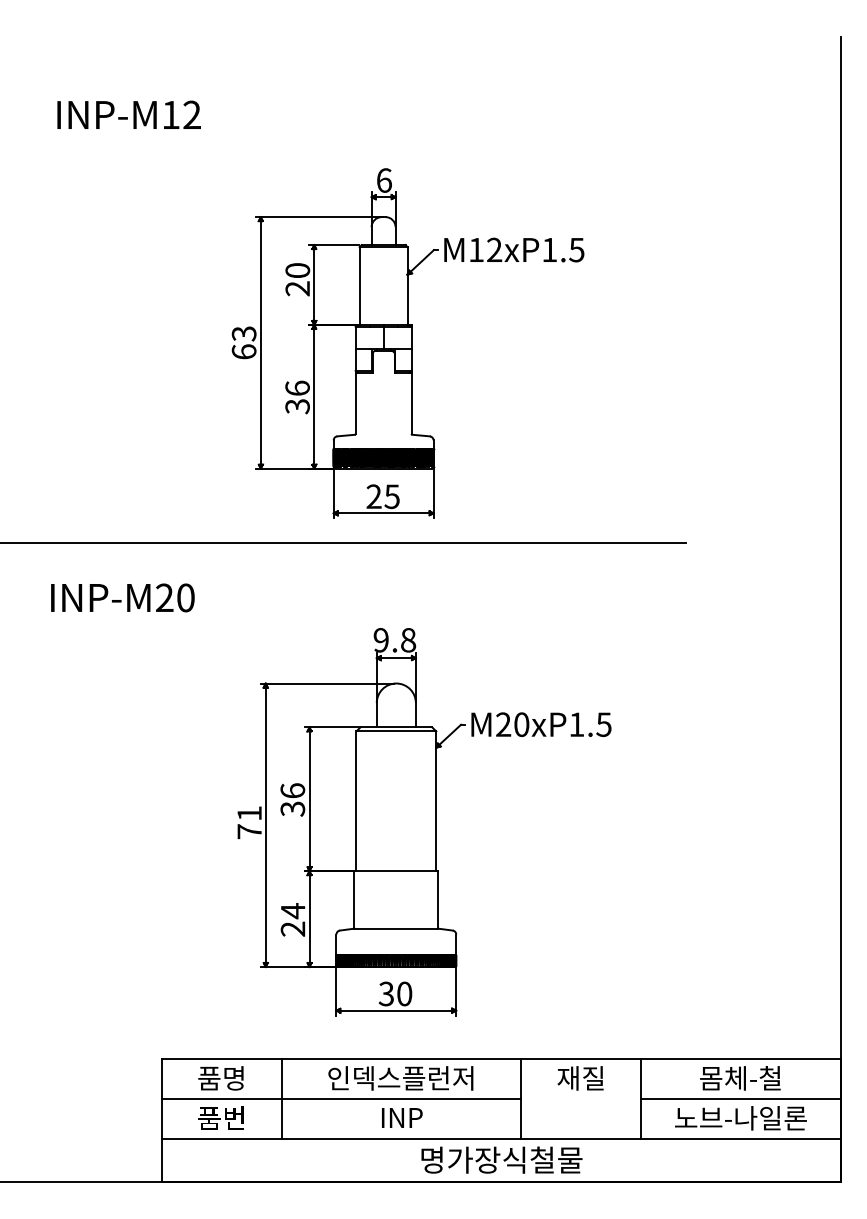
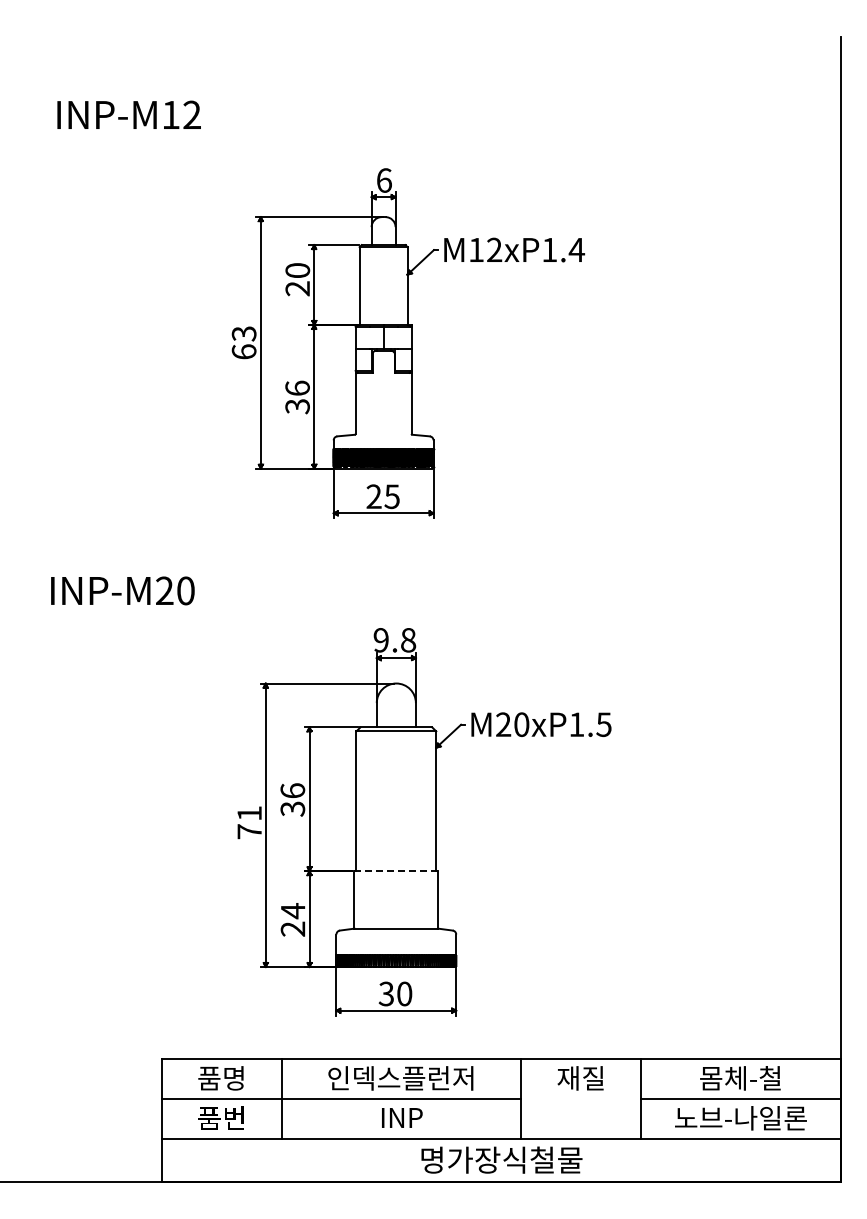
text at (576, 250): M12xP1.5 -> M12xP1.4
line at (344, 543): present -> none
text at (122, 597) position: (122, 597) -> (122, 590)
line at (396, 871): solid -> dashed
